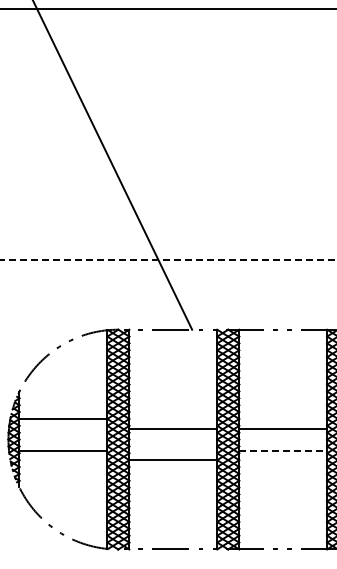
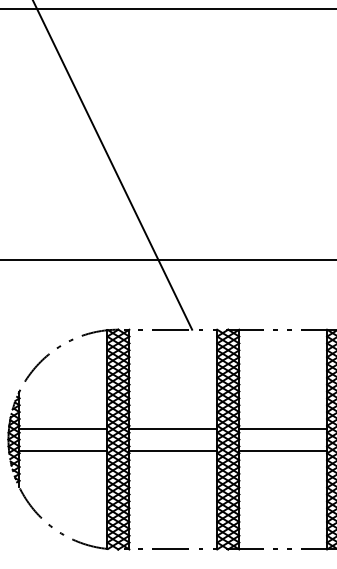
line at (168, 259): dashed -> solid
line at (63, 418) position: (63, 418) -> (63, 428)
line at (283, 450): dashed -> solid
line at (173, 459) position: (173, 459) -> (173, 450)
